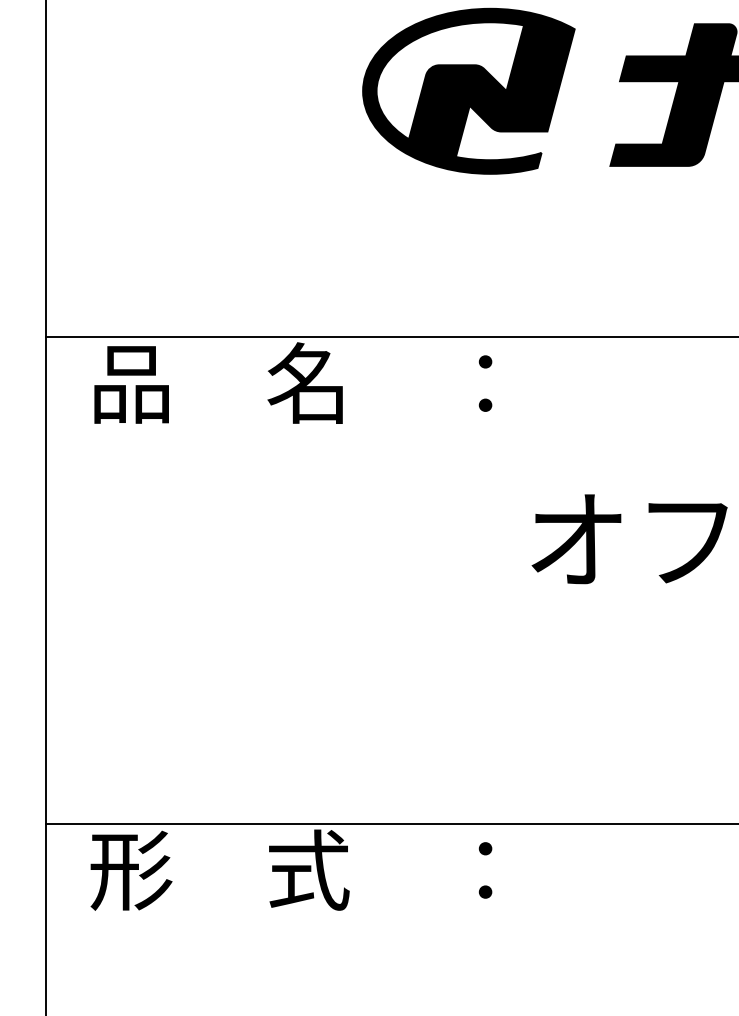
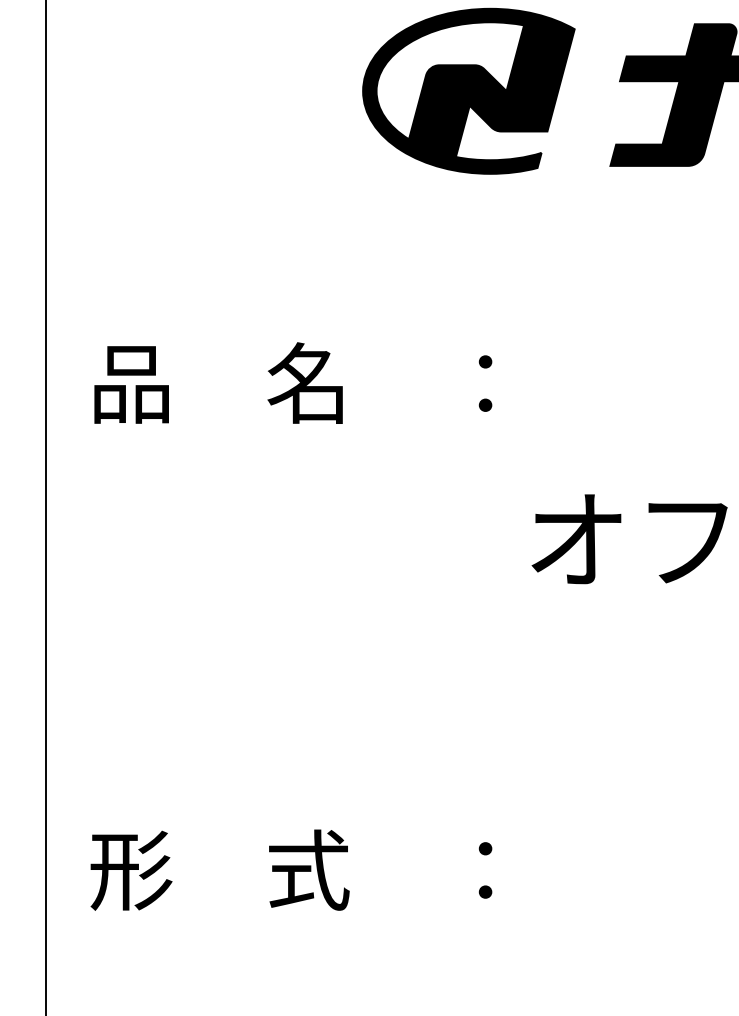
line at (390, 336): present -> none
line at (390, 823): present -> none
